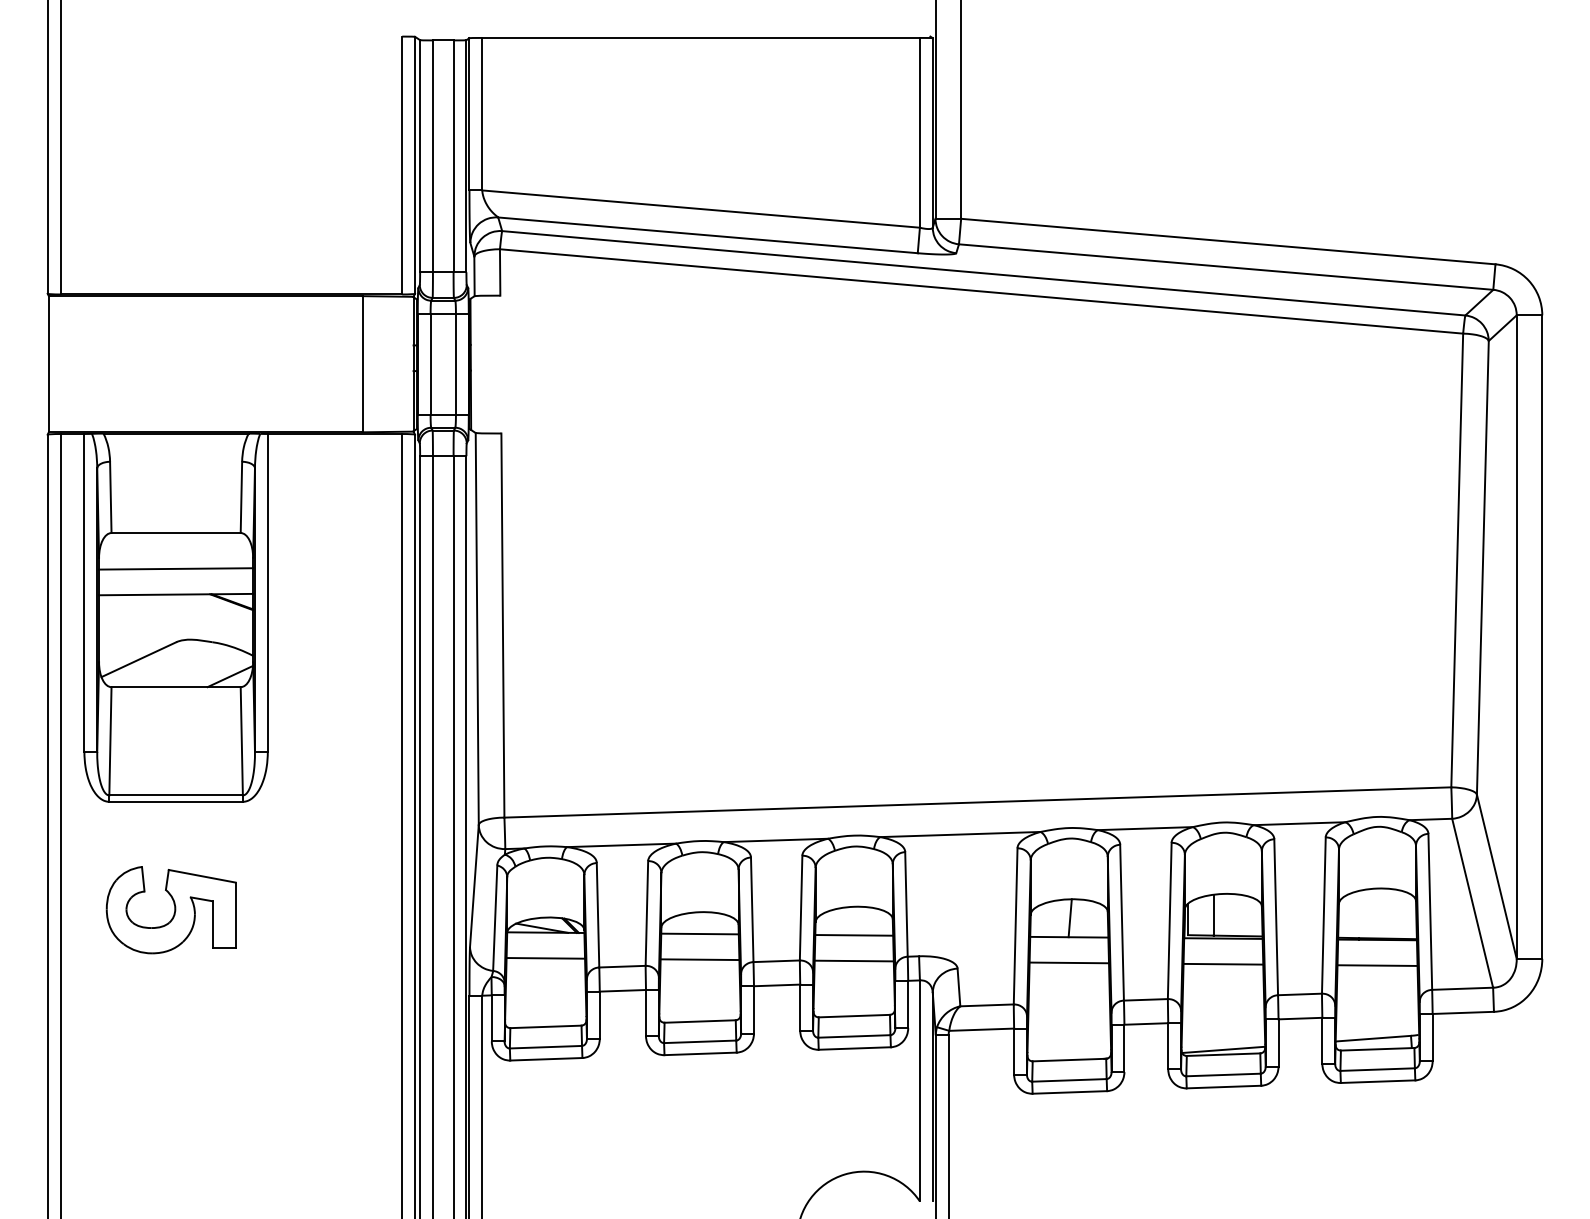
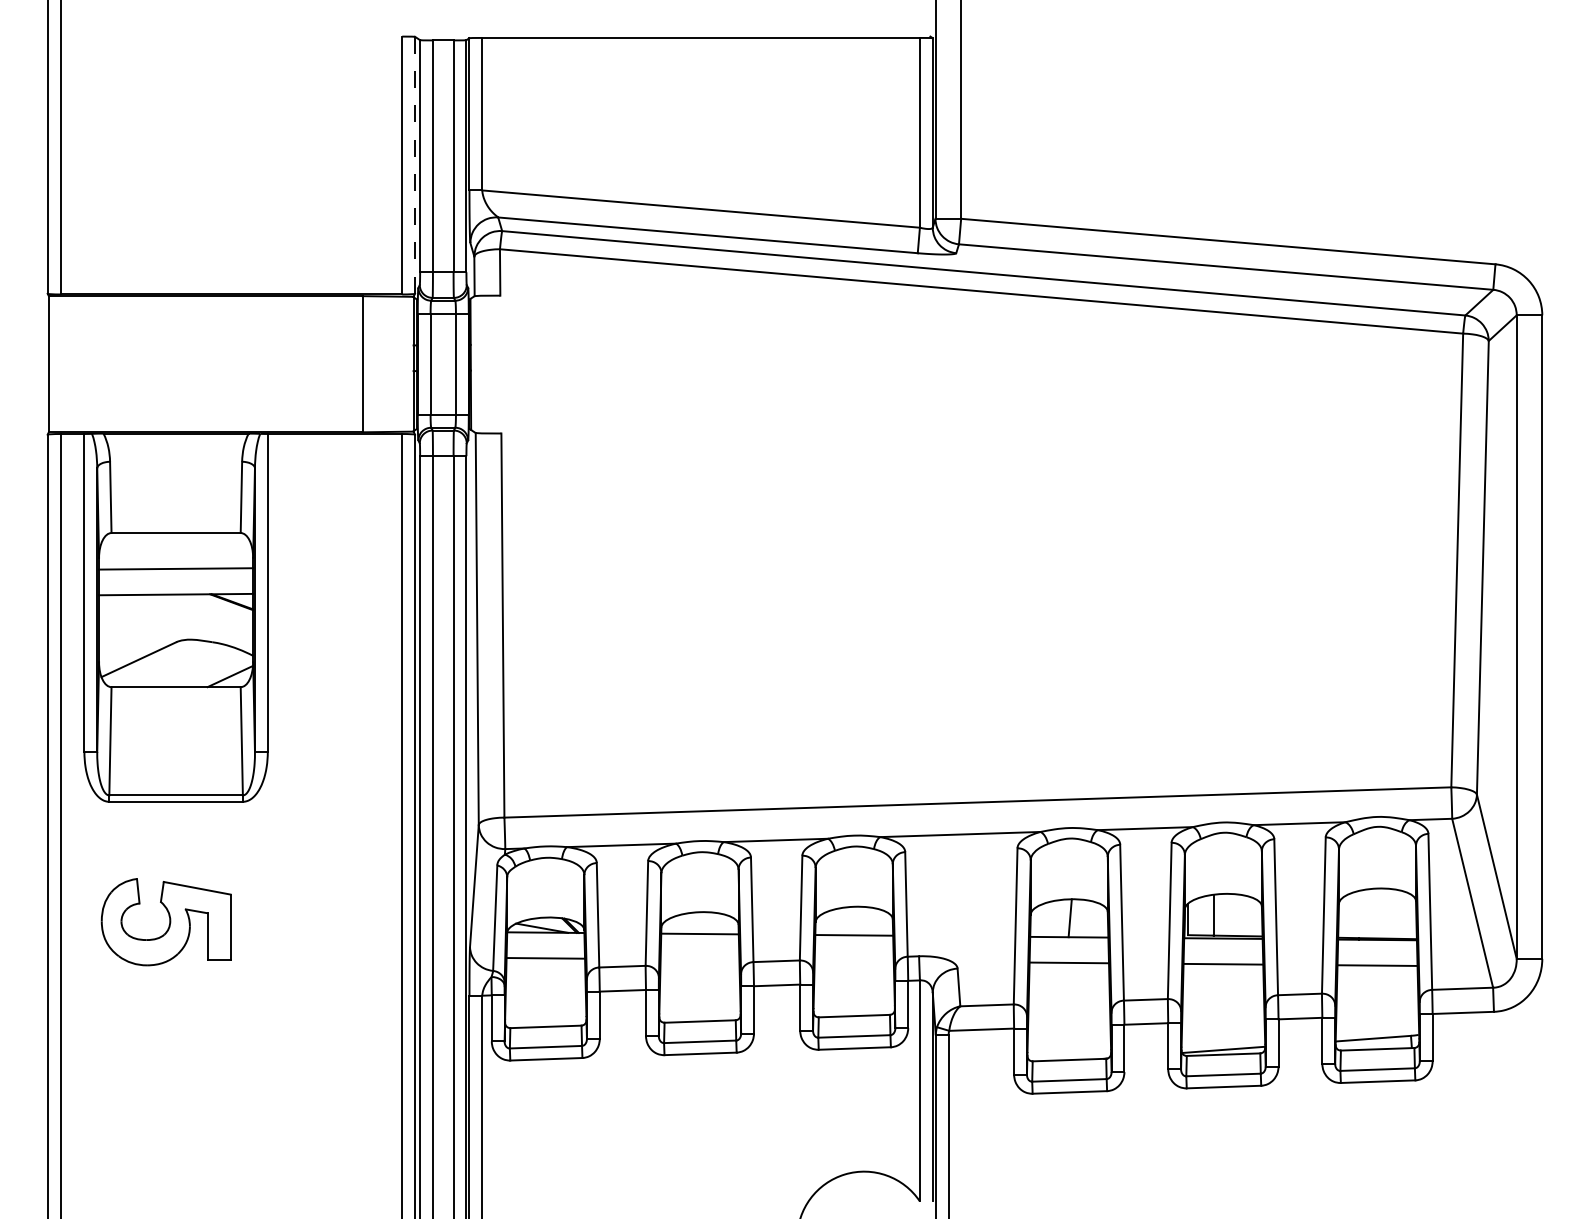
line at (415, 165): solid -> dashed
part at (170, 910) position: (170, 910) -> (165, 922)
line at (699, 959): present -> none
line at (853, 960): present -> none
